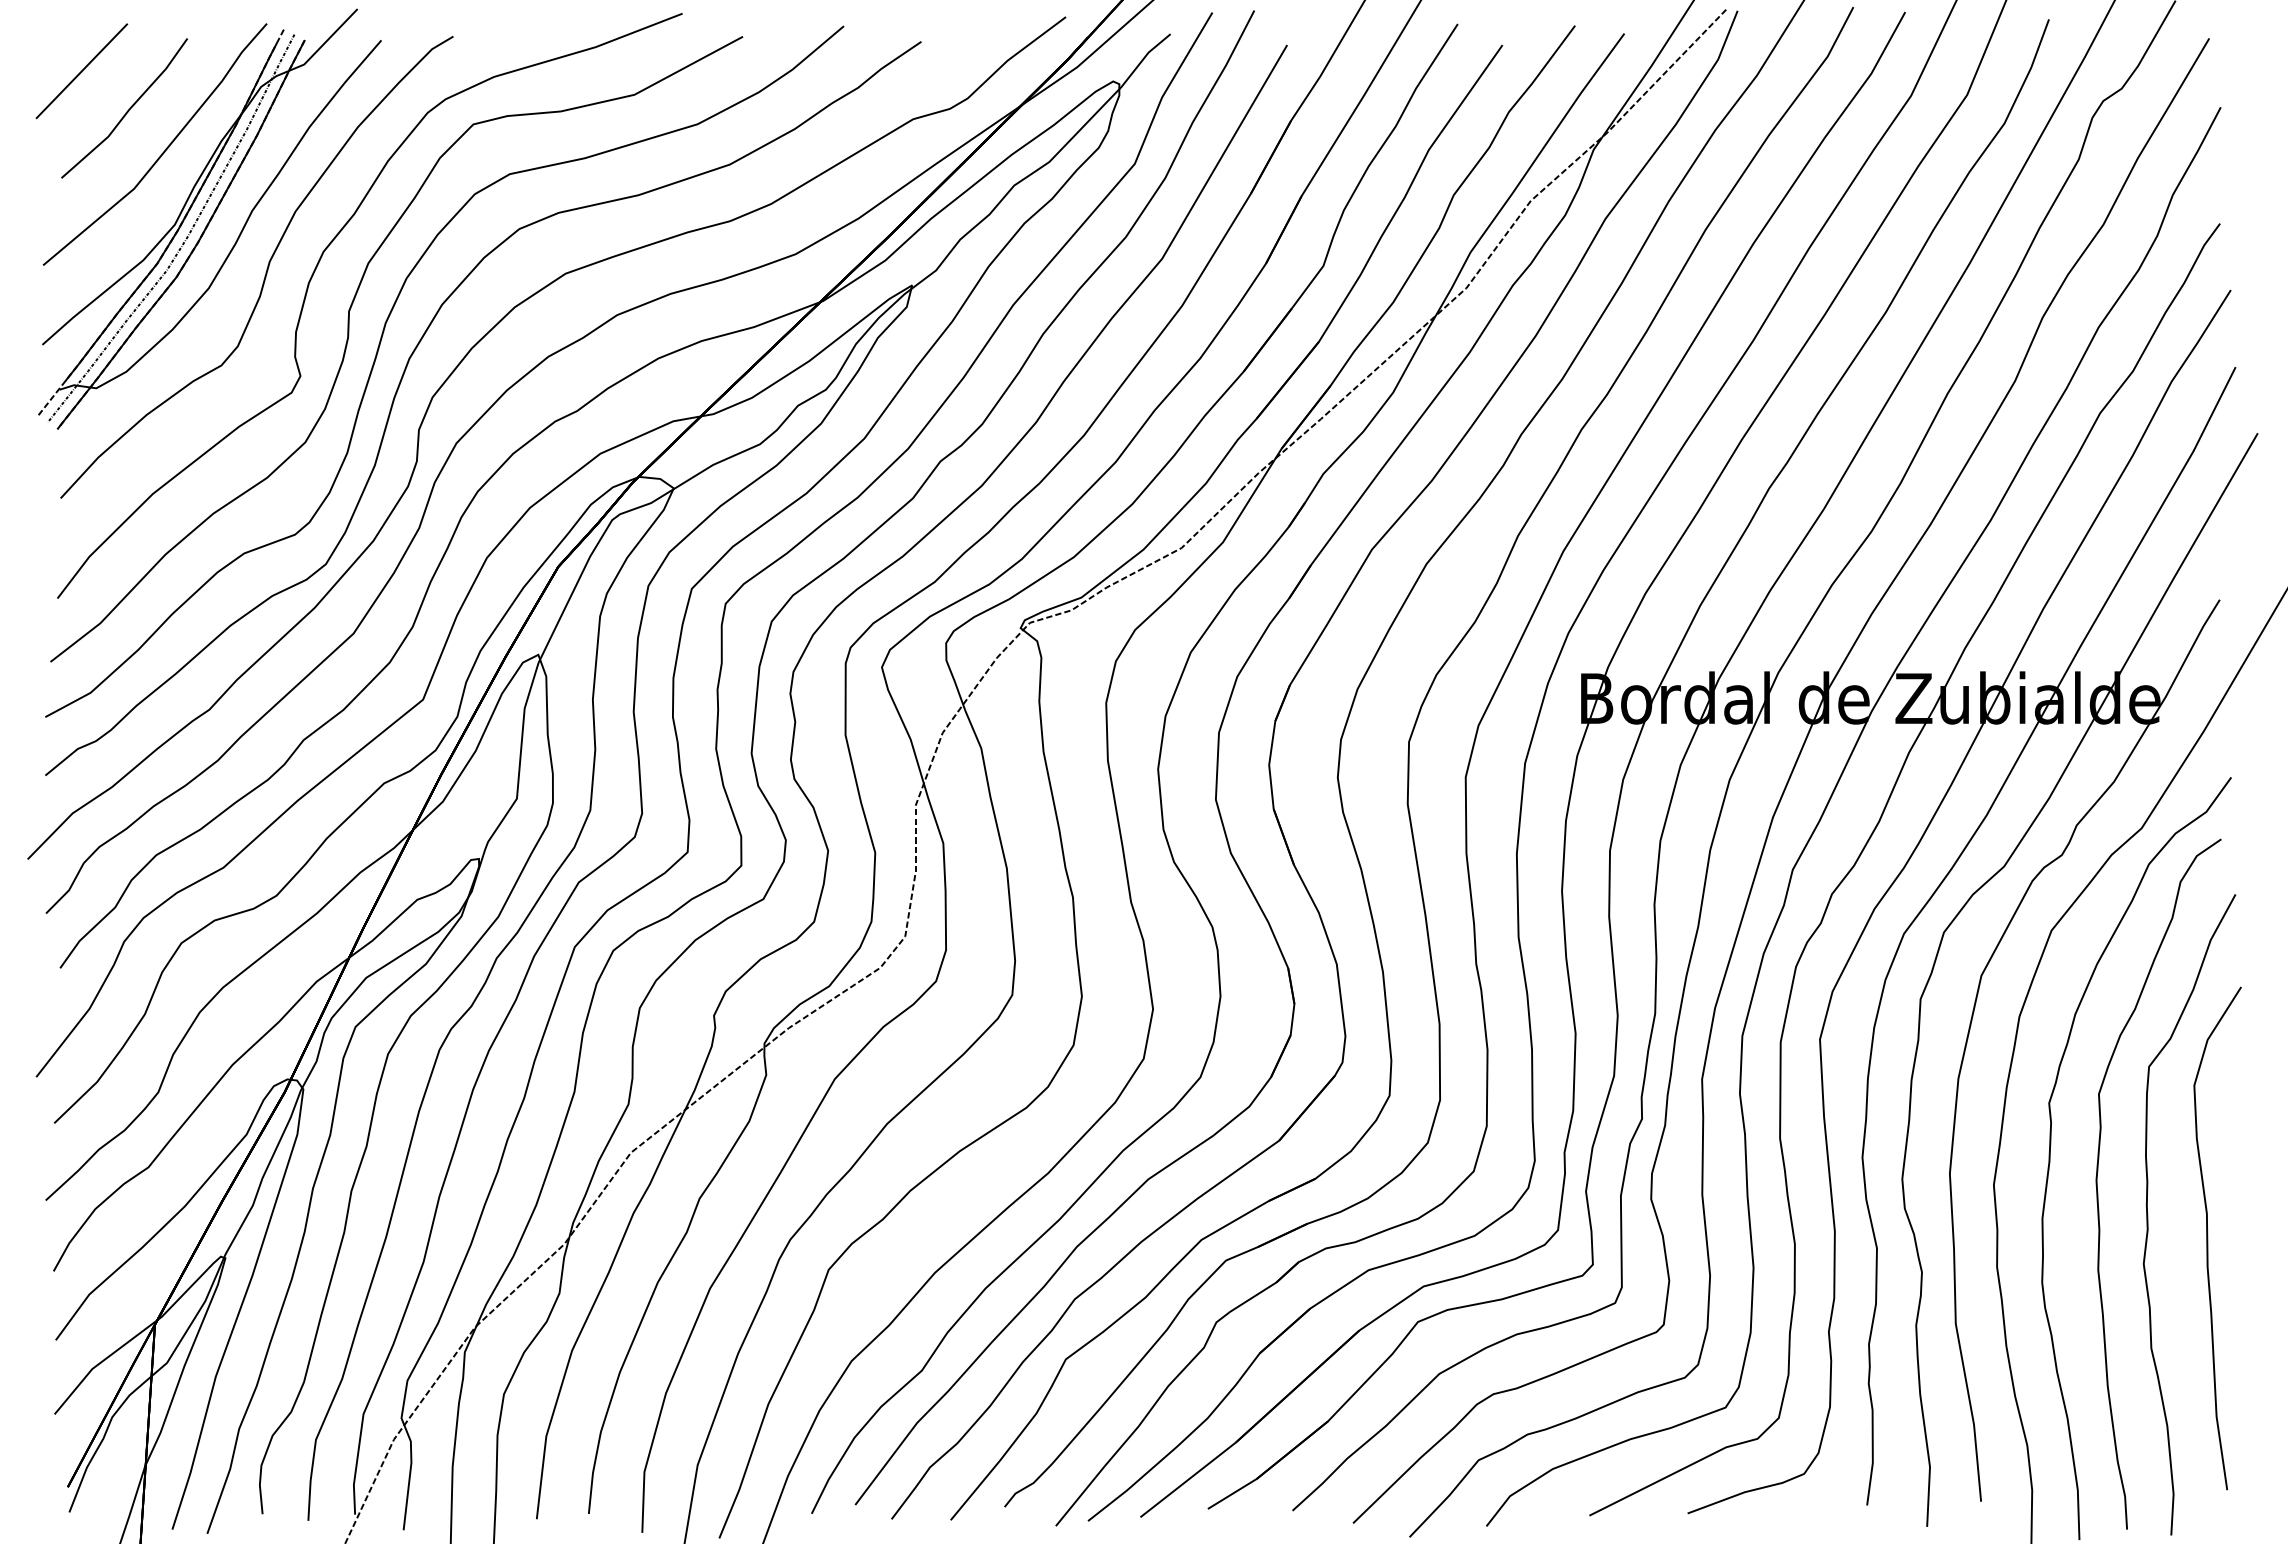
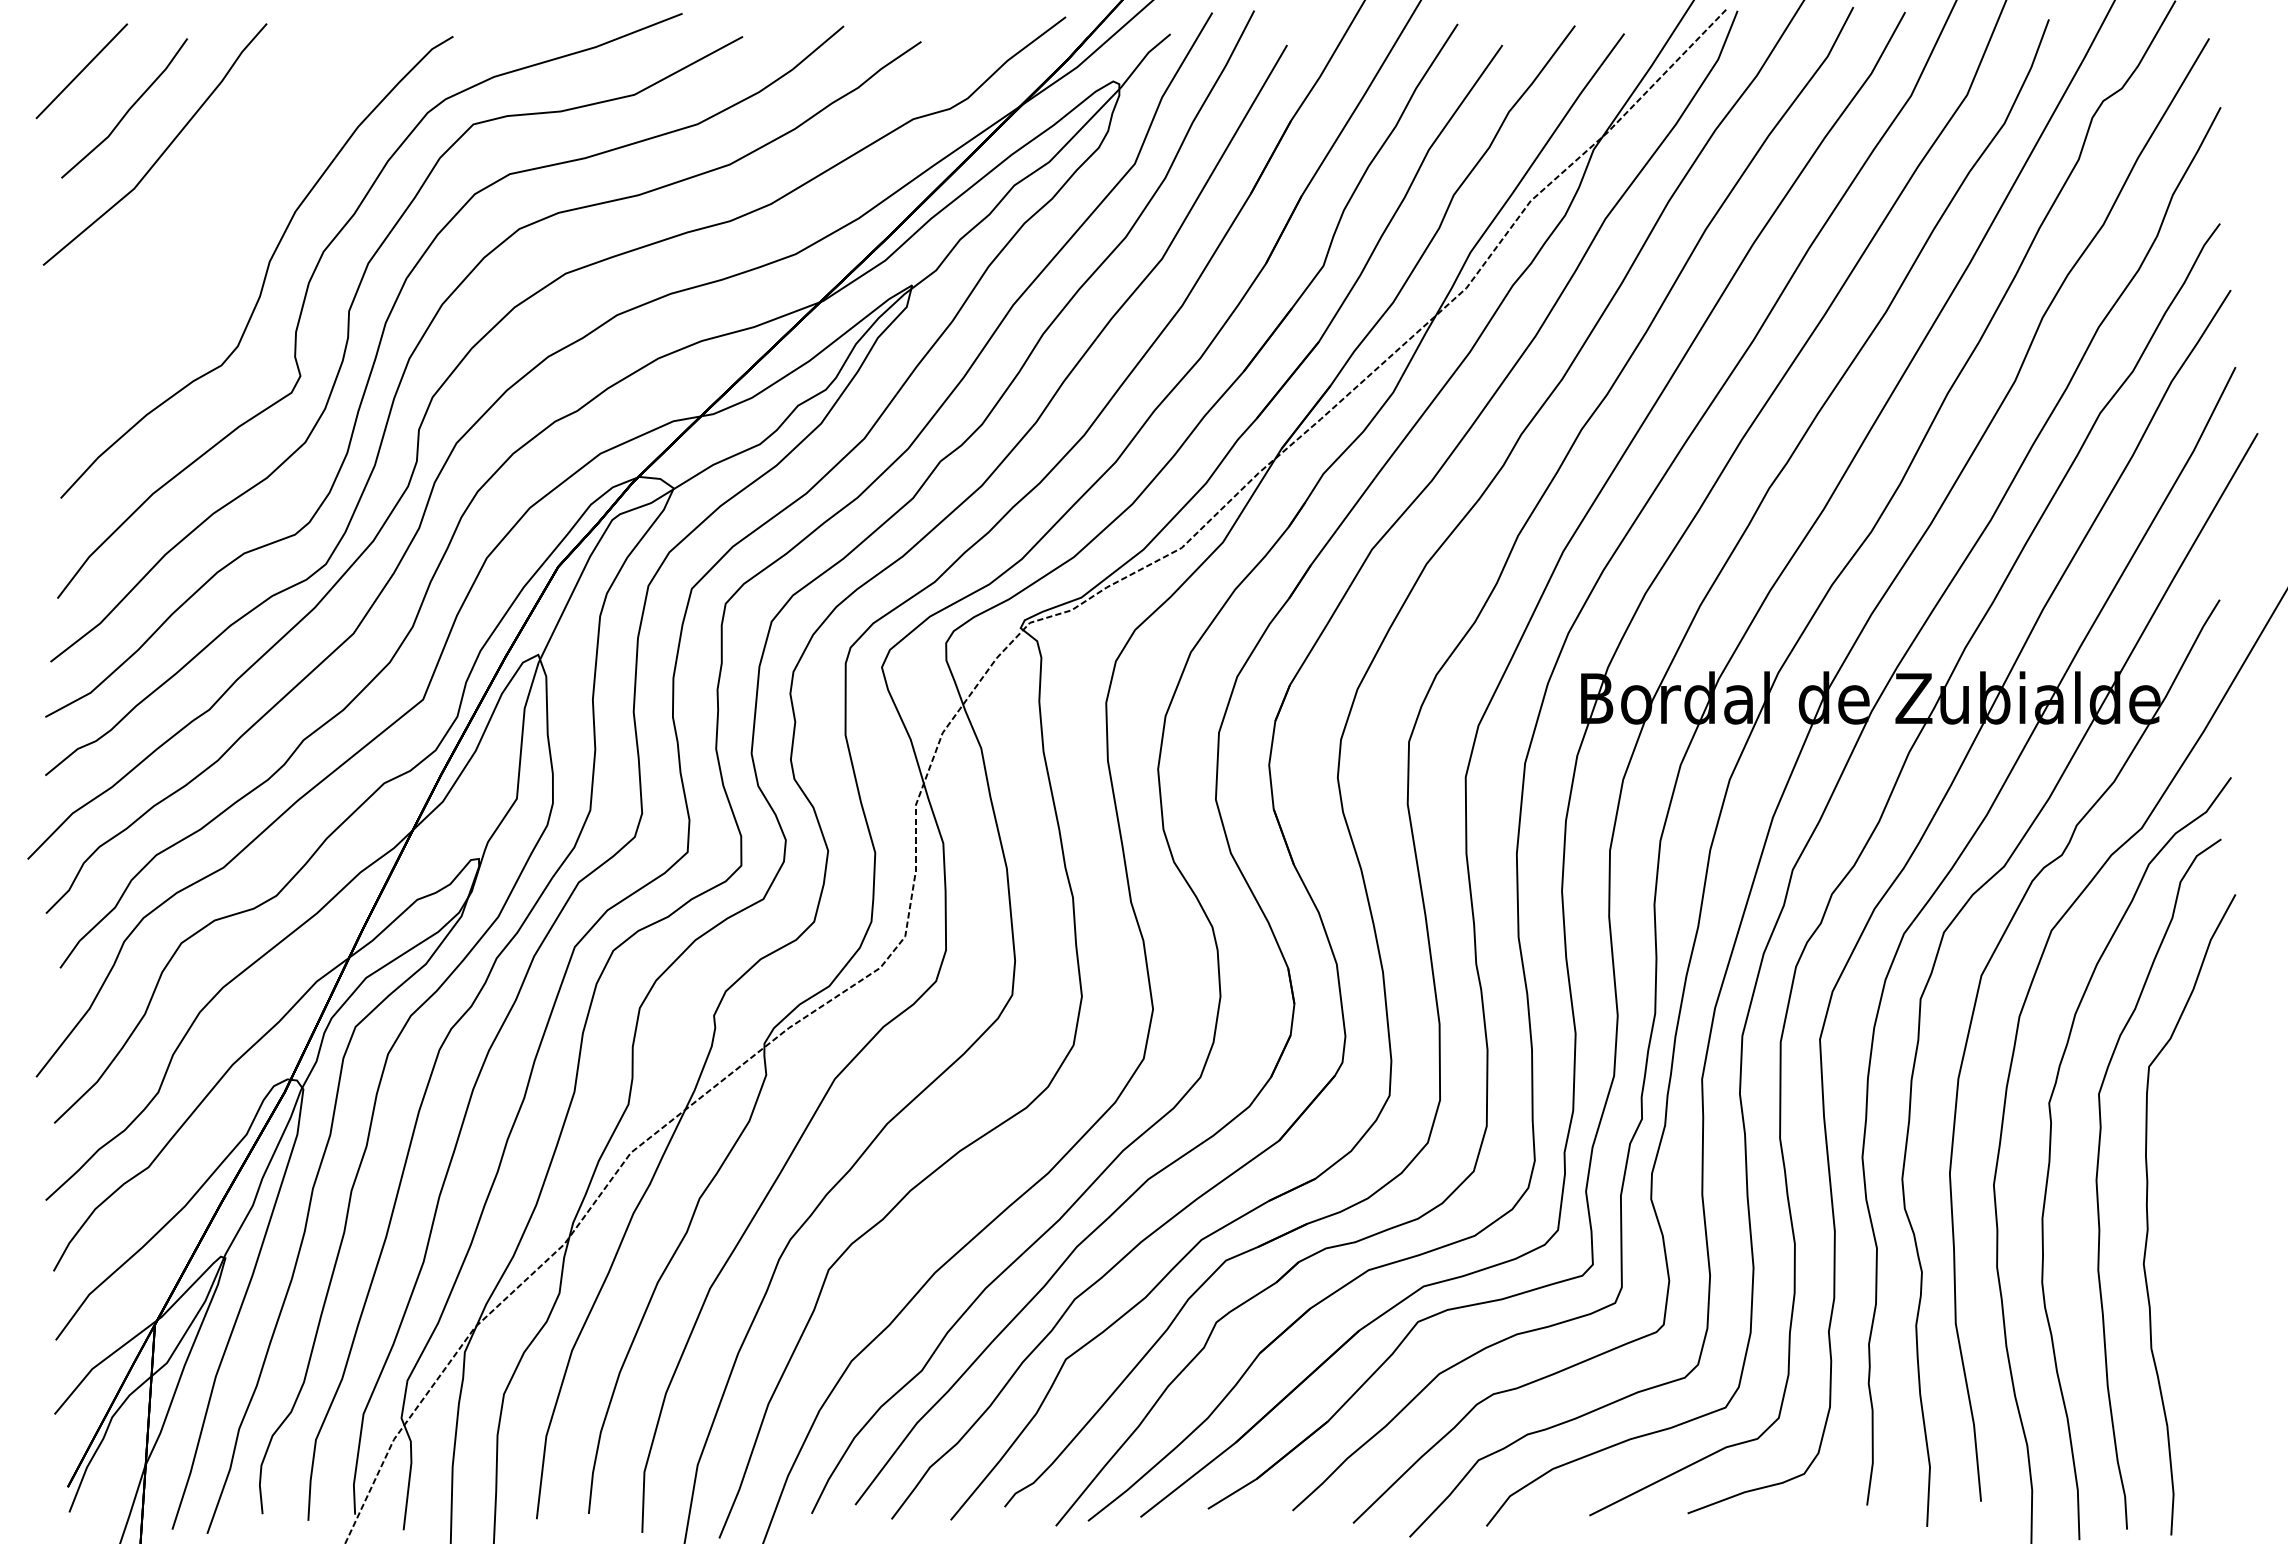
part at (209, 218): present -> none
part at (2208, 1238): present -> none
